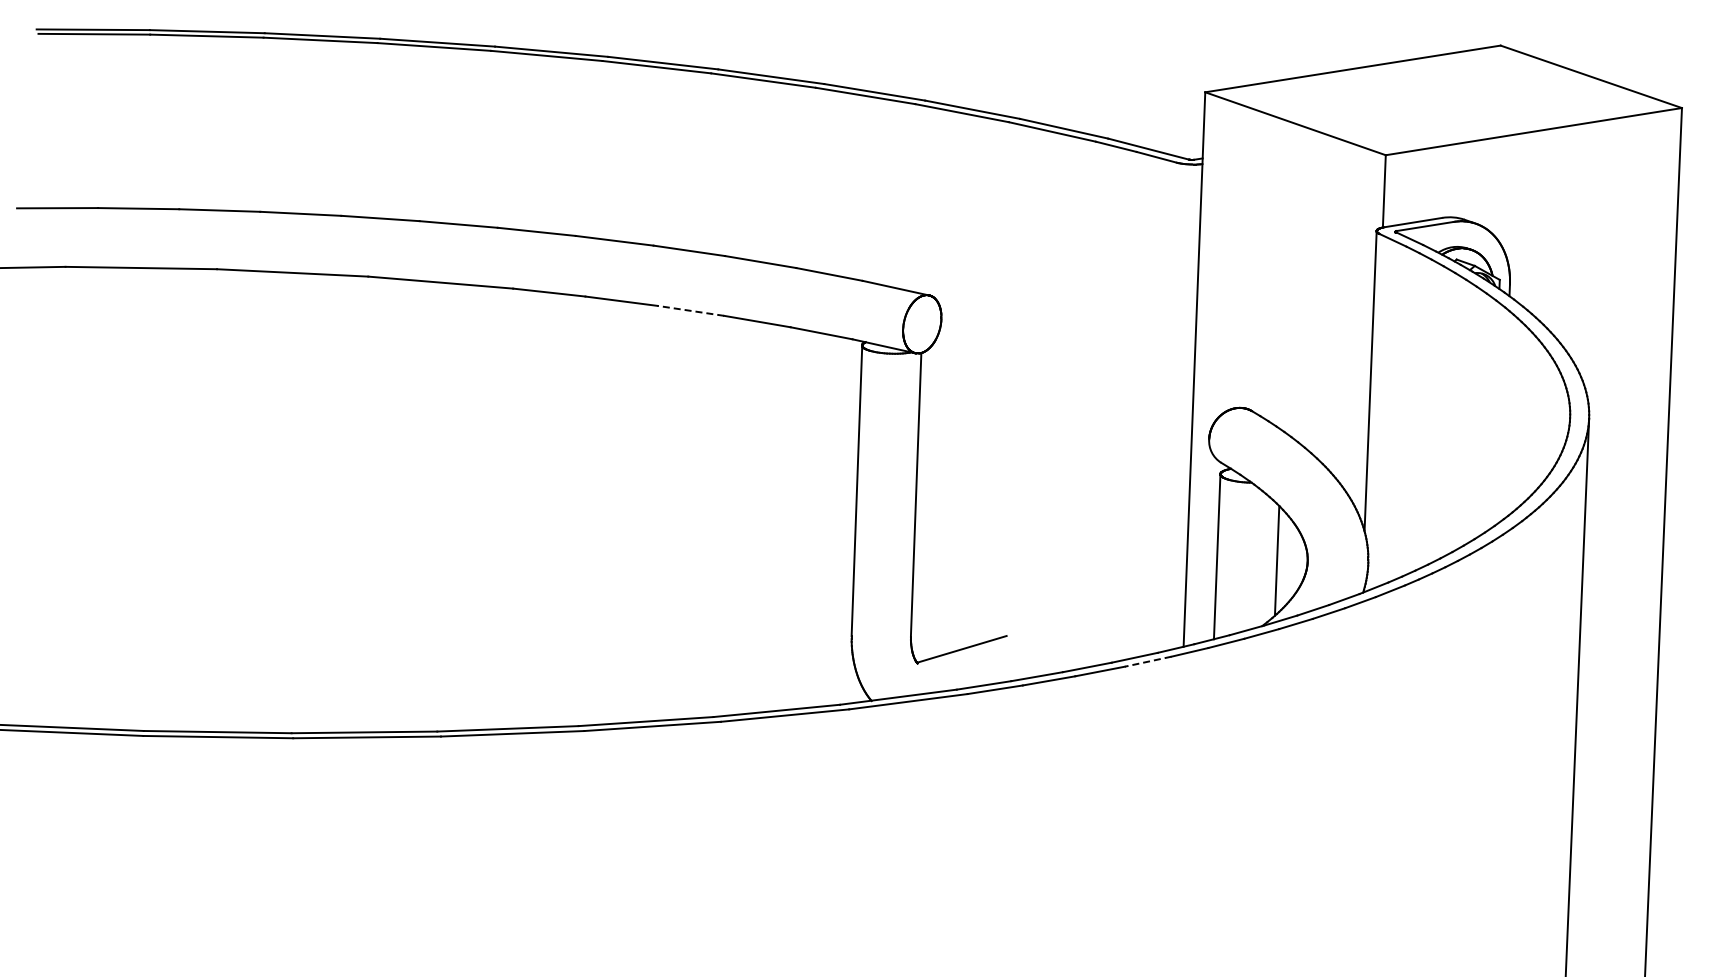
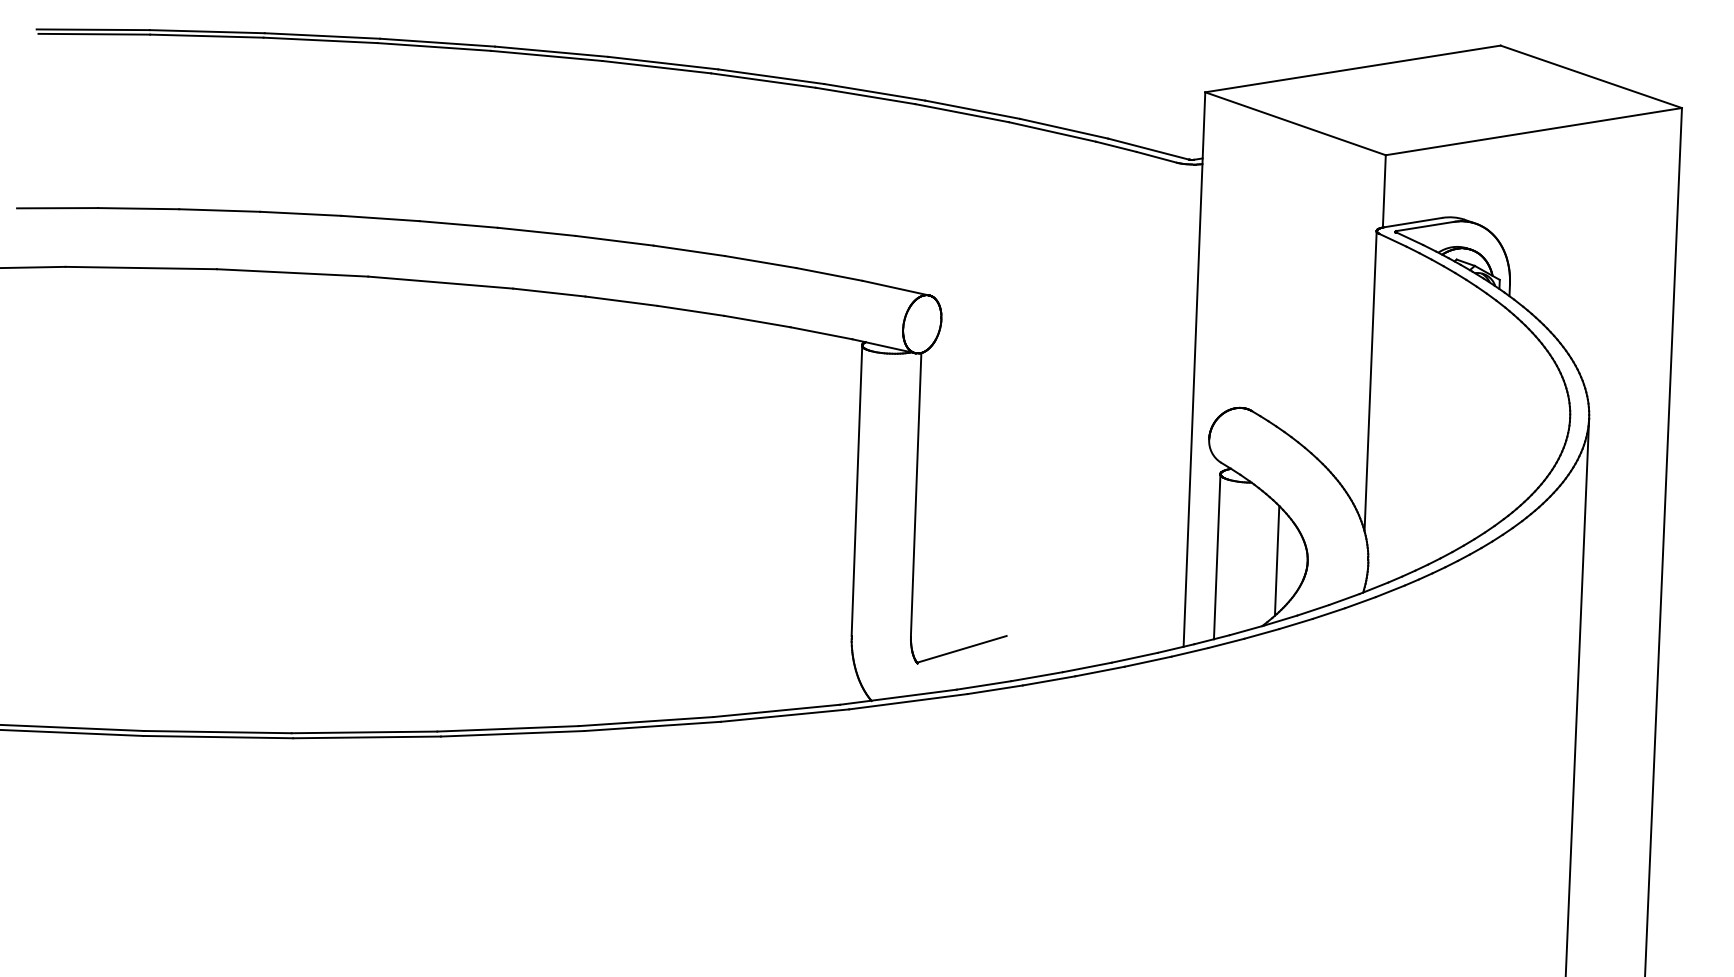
line at (690, 310): dashed -> solid
line at (1148, 661): dashed -> solid
